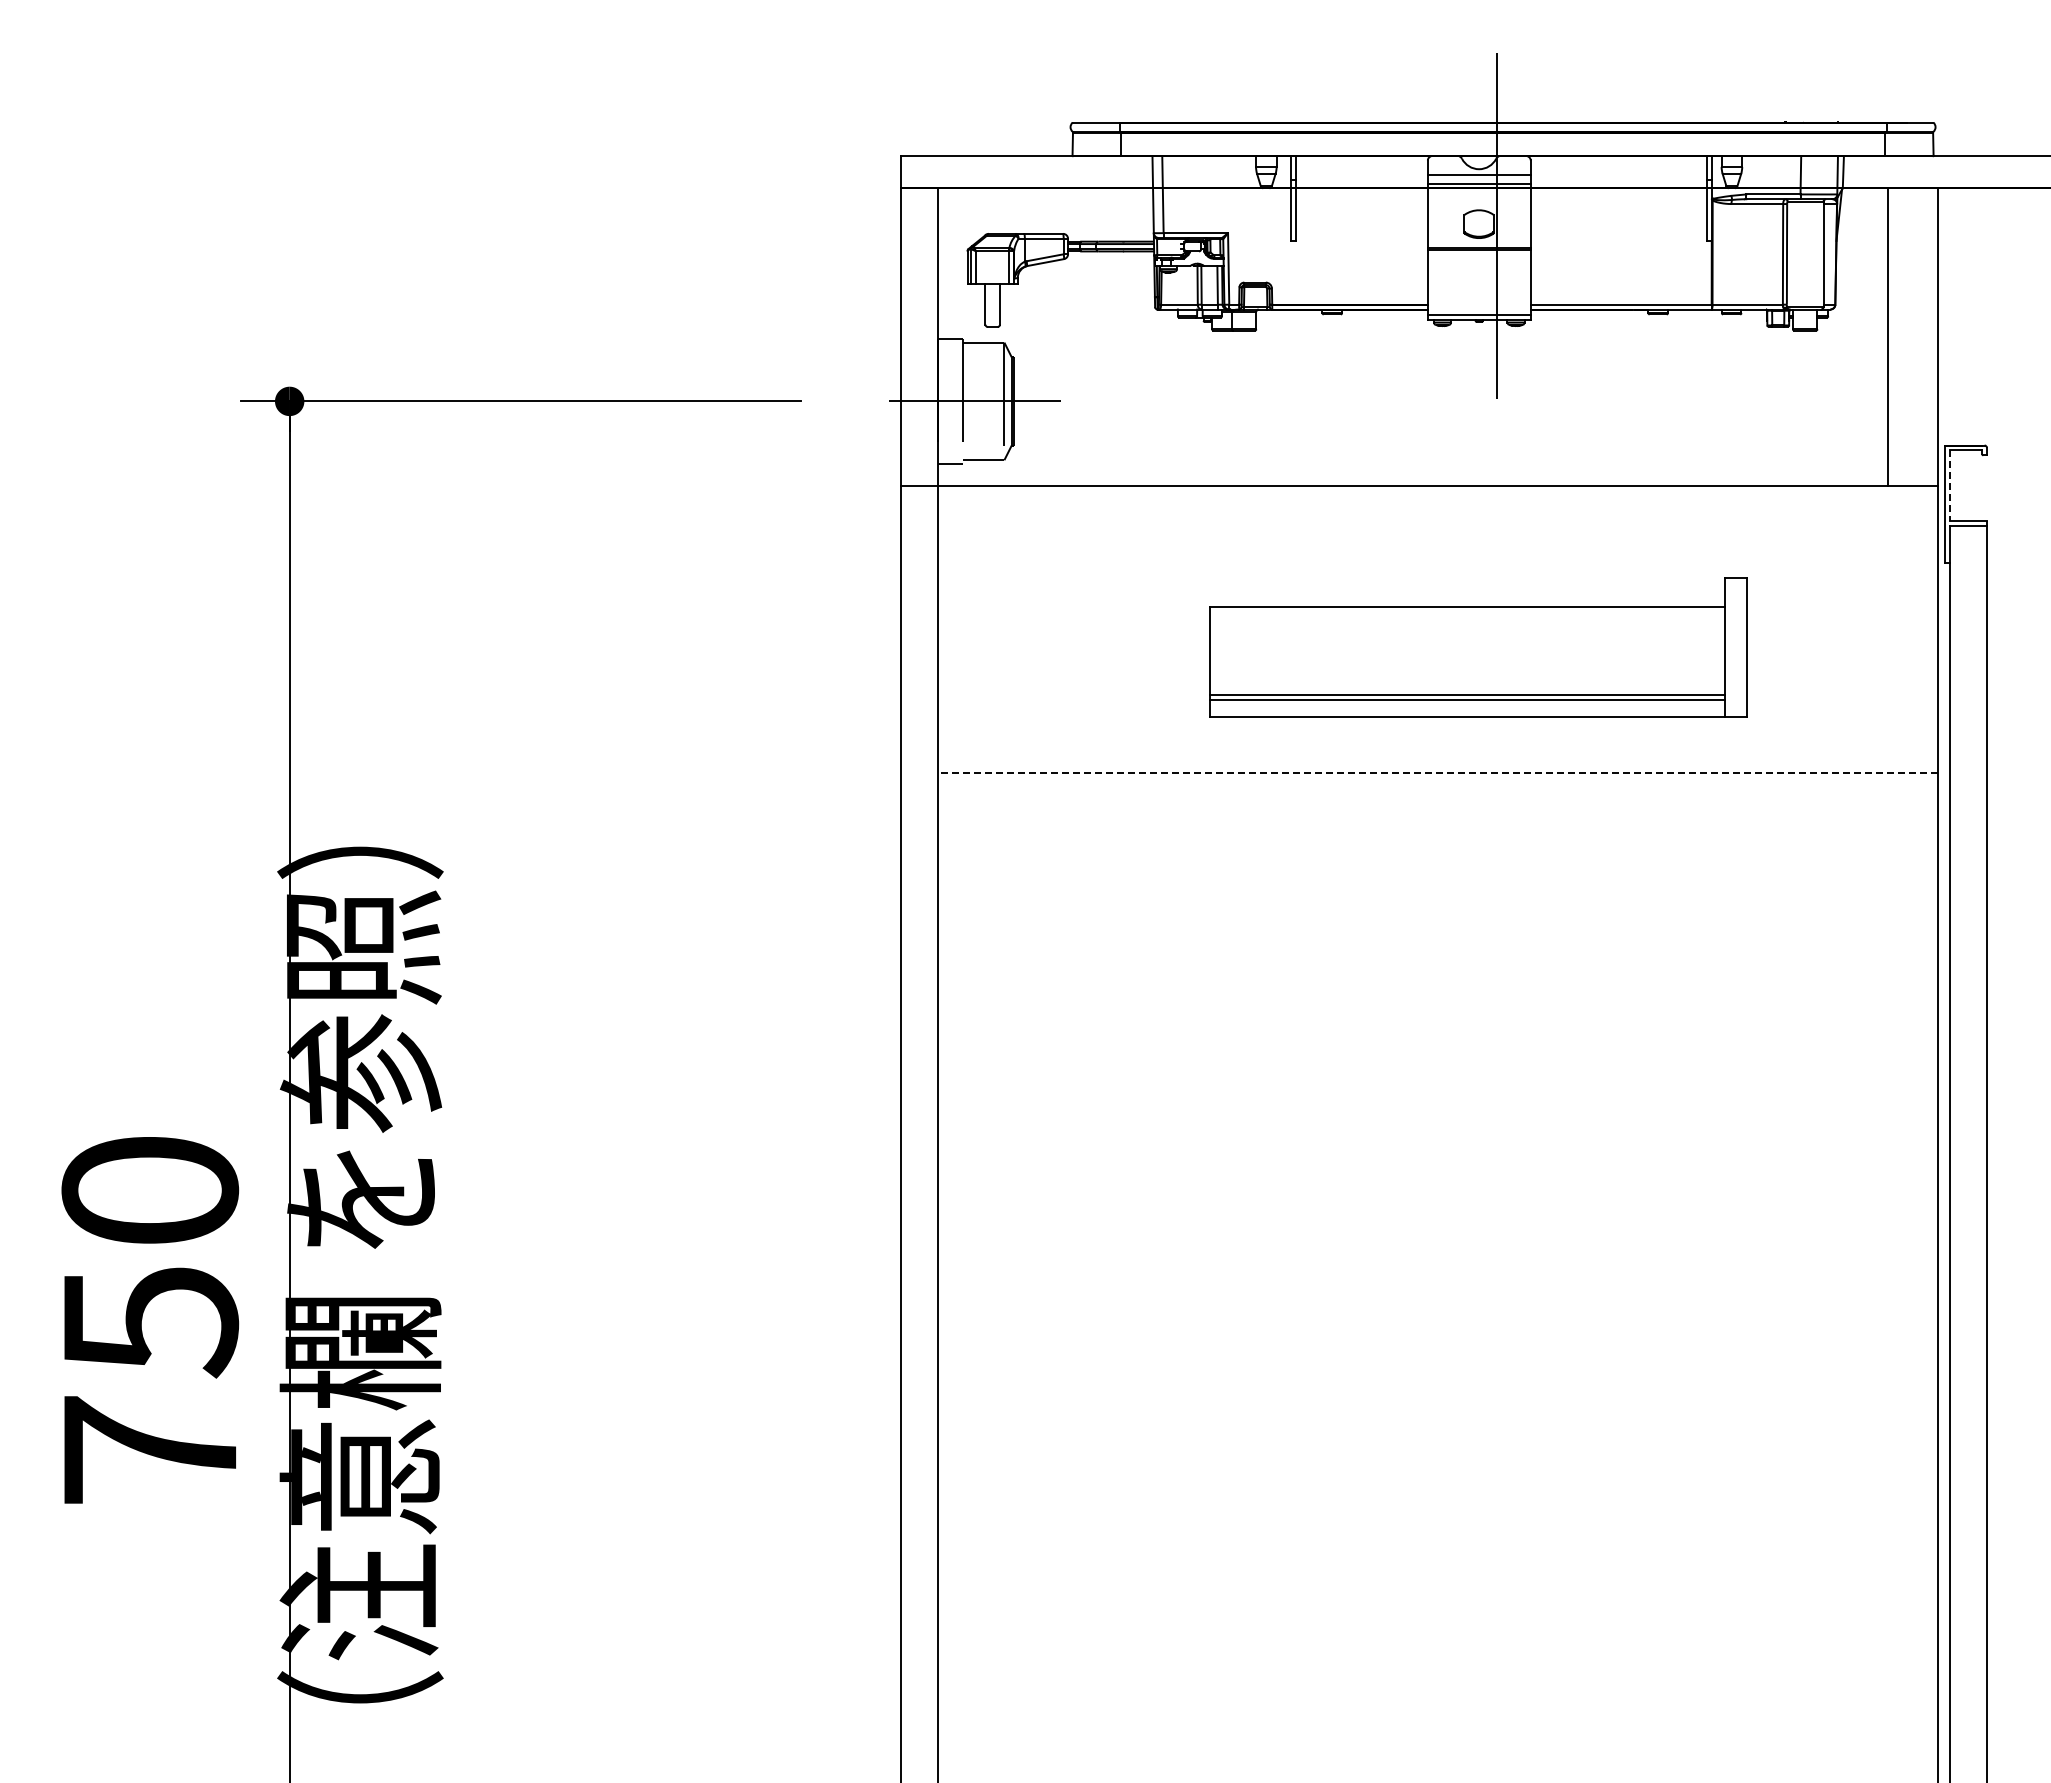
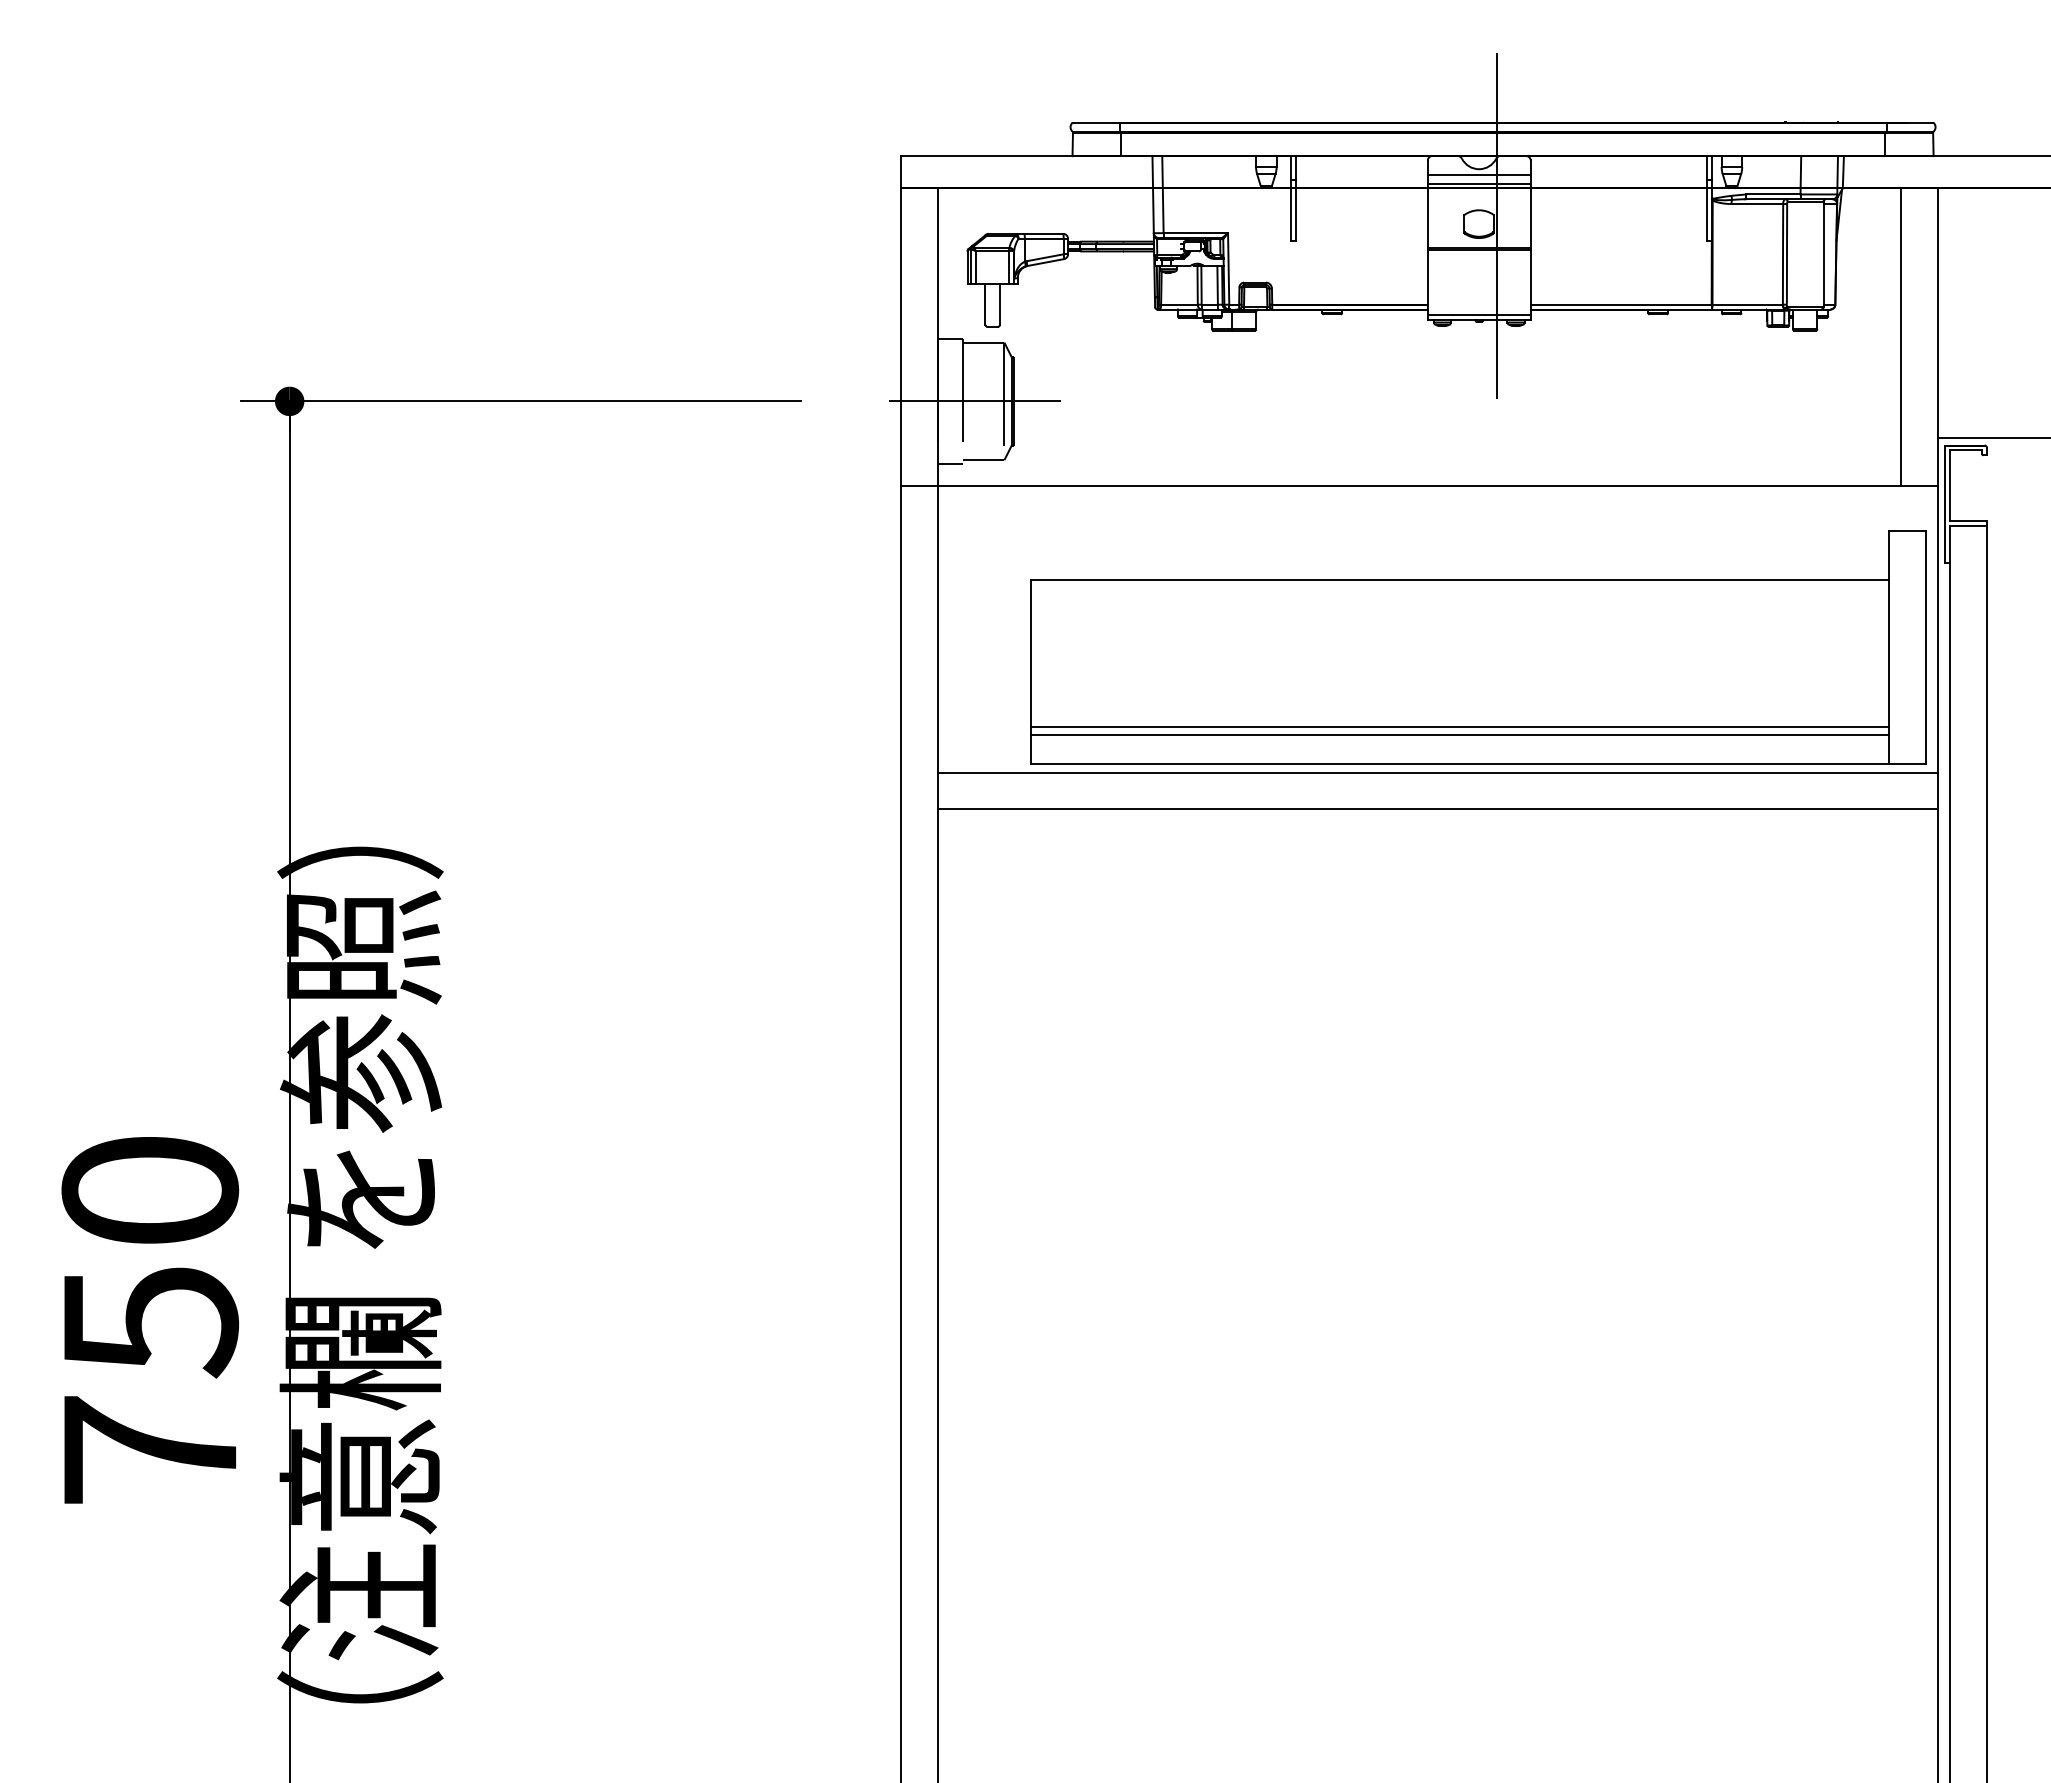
line at (1888, 336) position: (1888, 336) -> (1901, 336)
line at (1992, 438): none -> present
line at (1950, 485): dashed -> solid
part at (1478, 647) size: 539x141 px -> 897x235 px
line at (1438, 772): dashed -> solid
line at (1438, 809): none -> present
